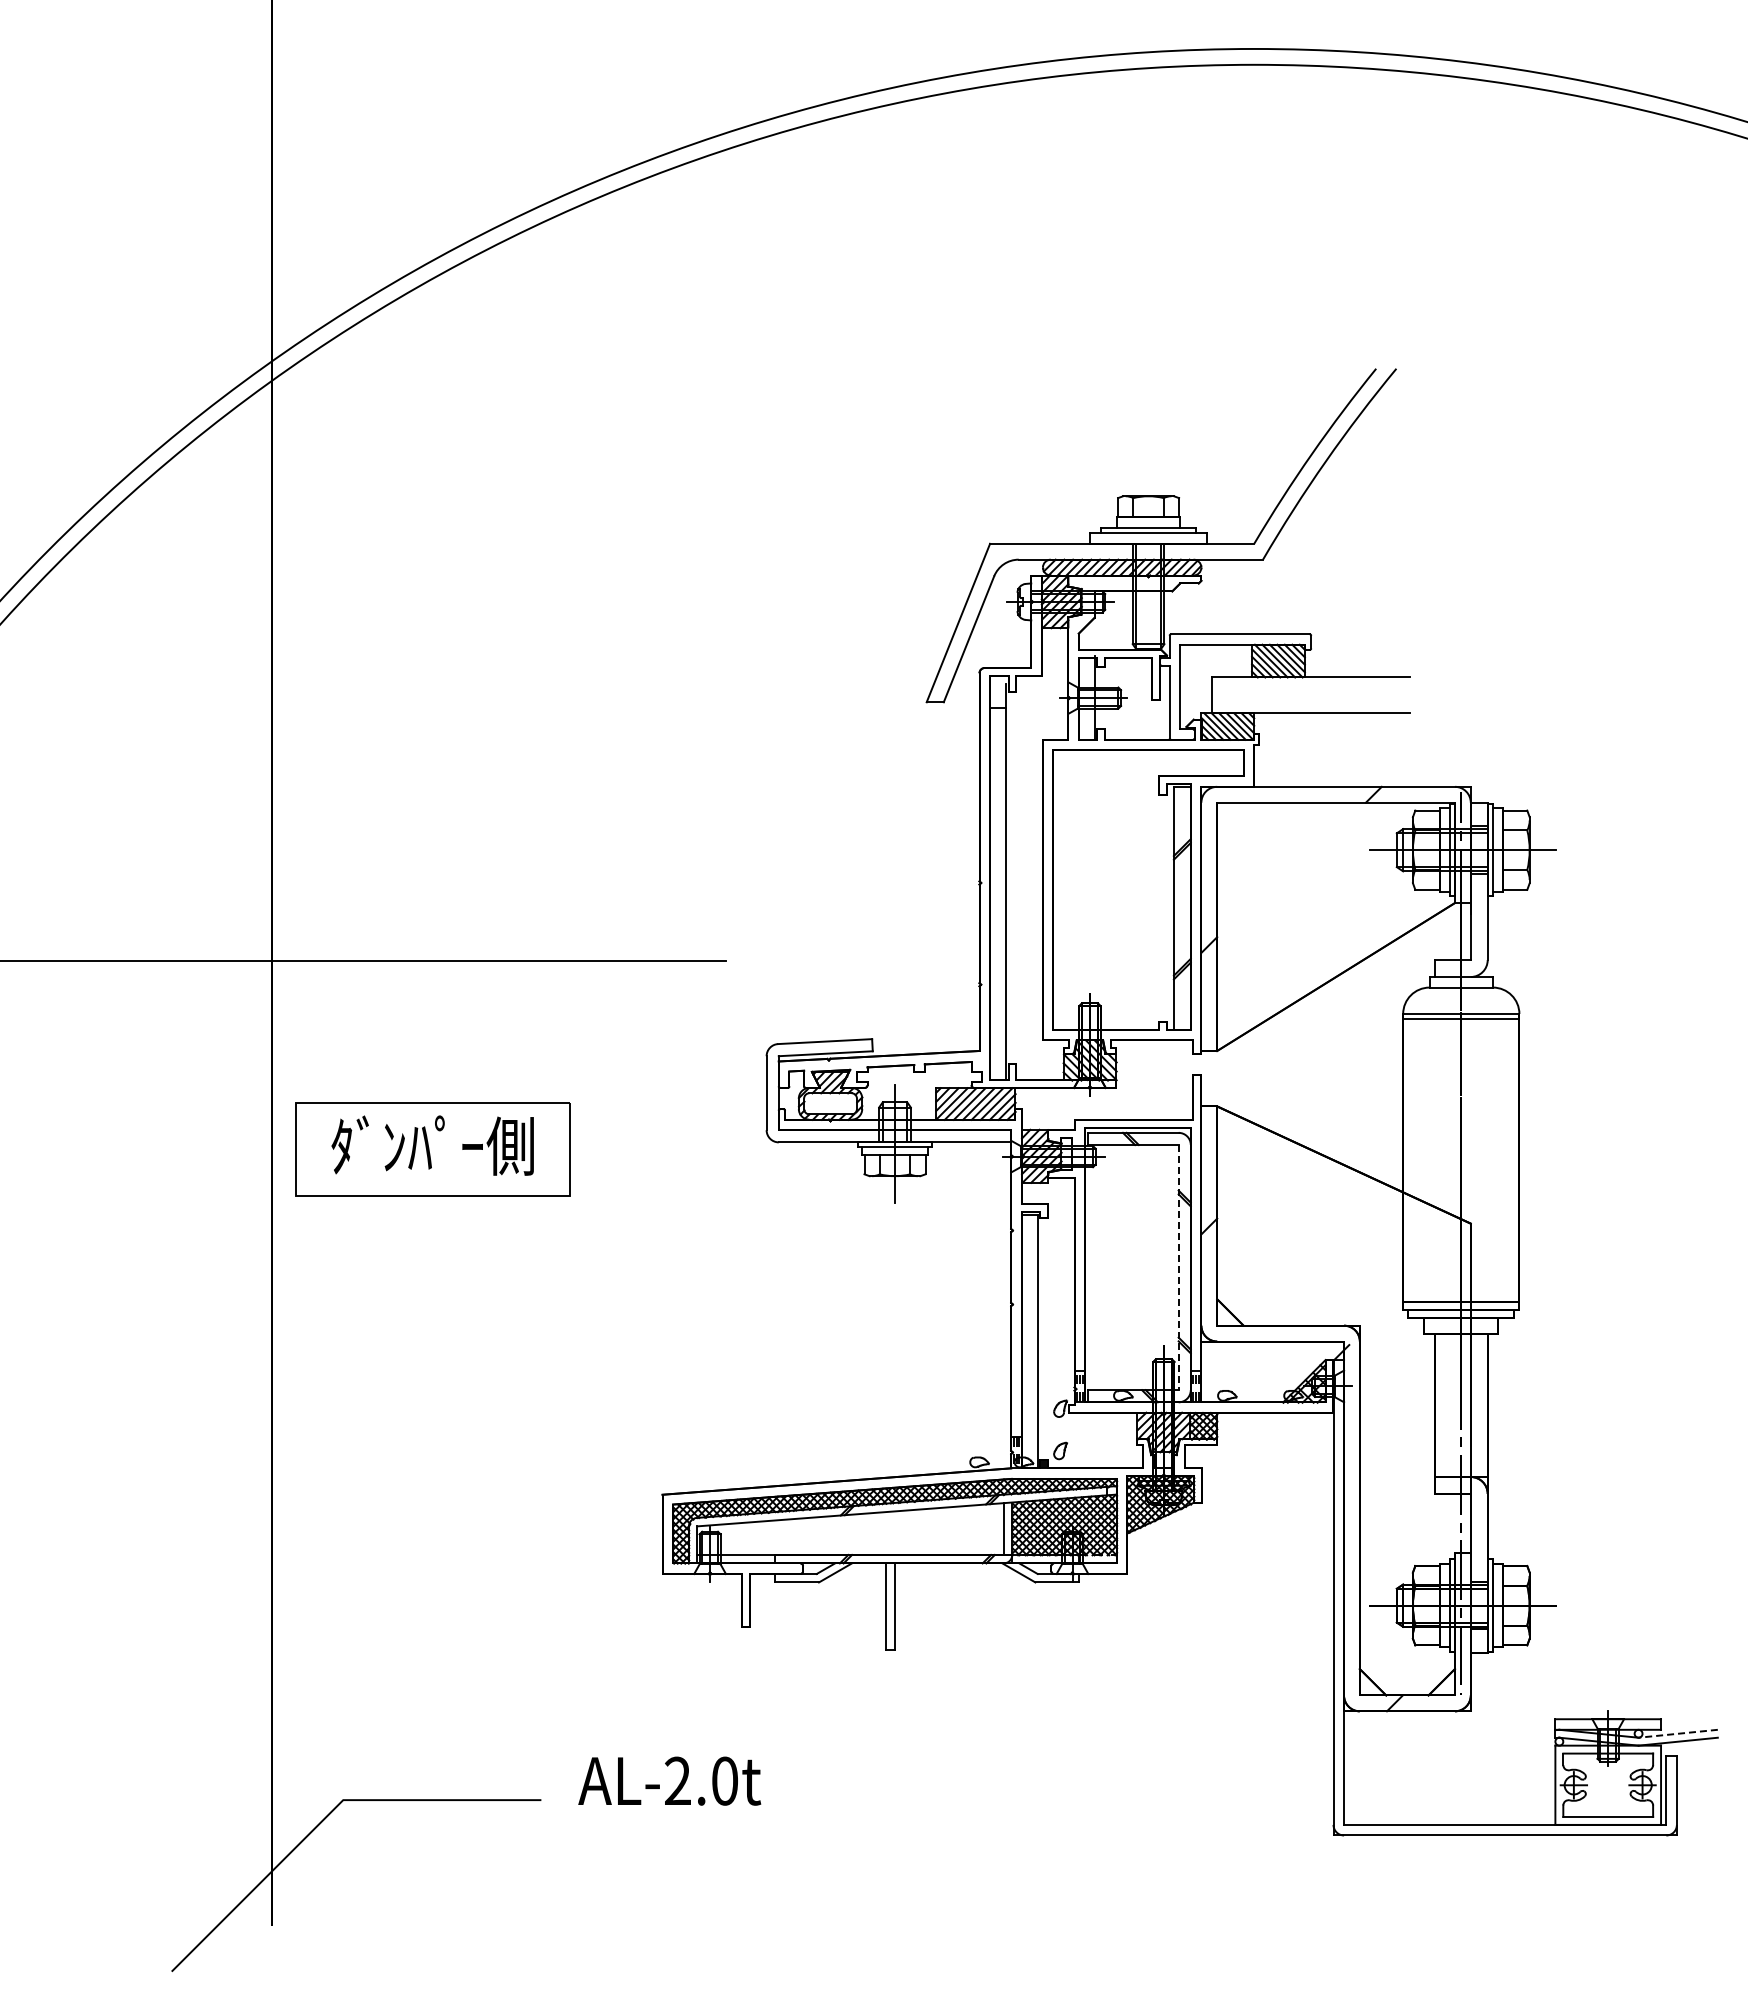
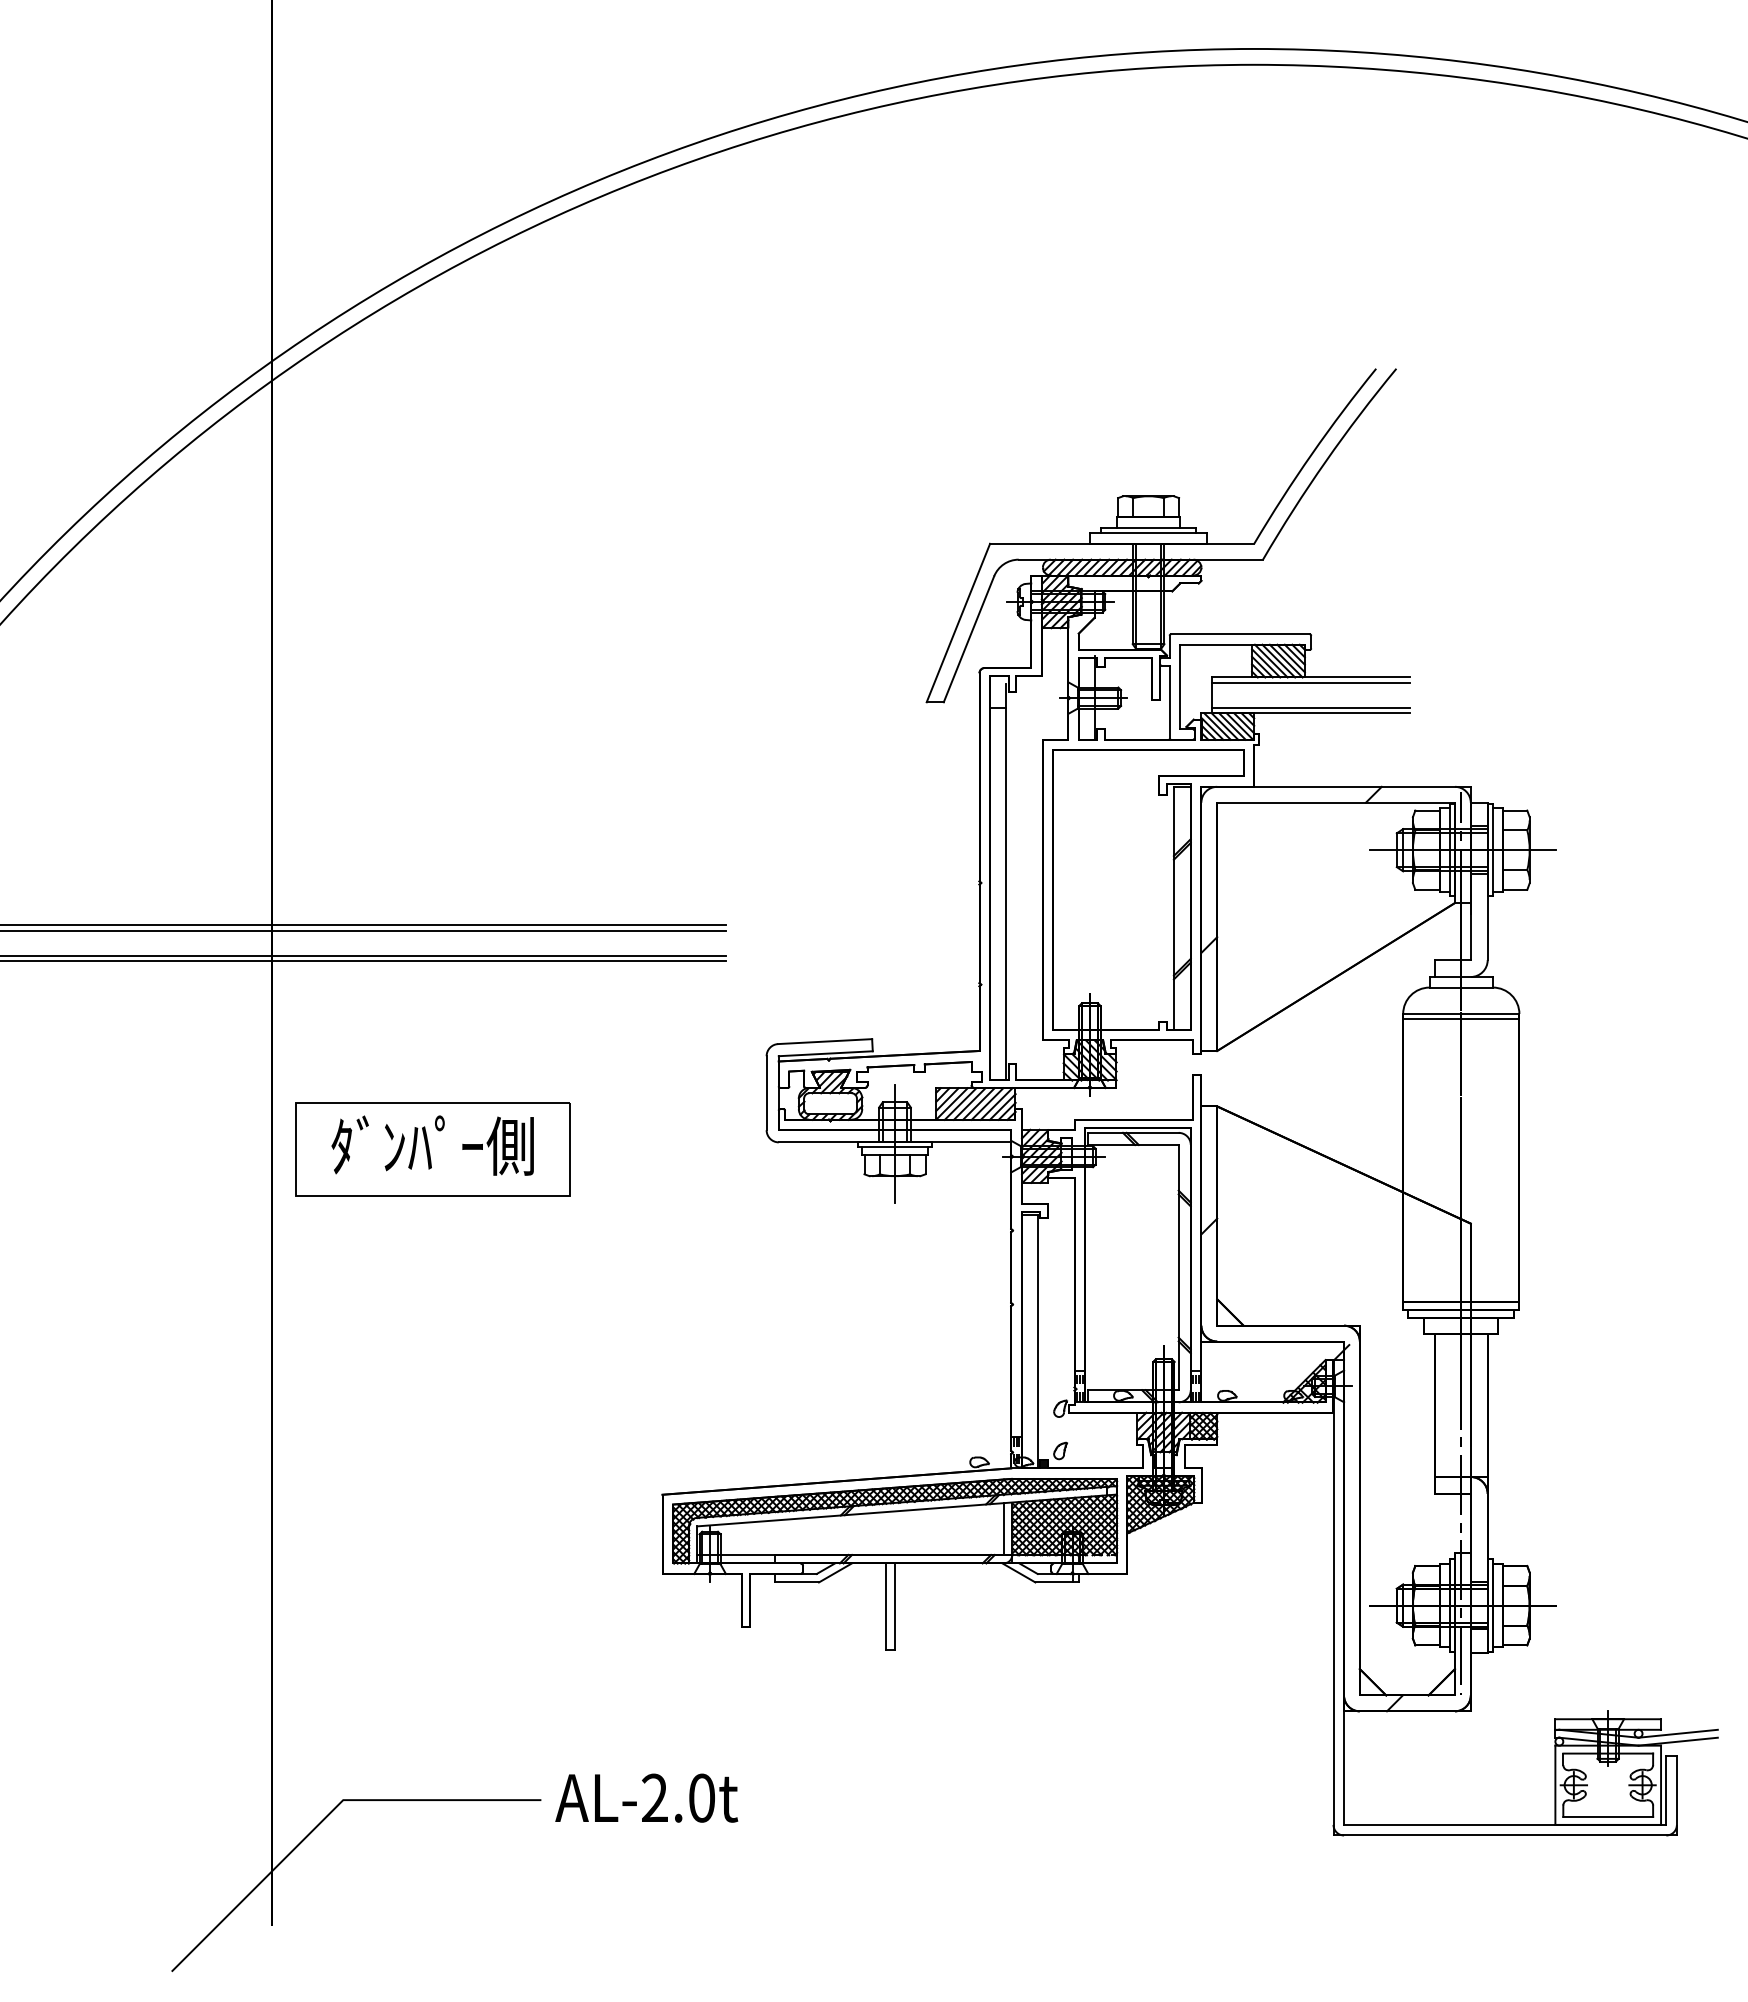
line at (1310, 682): none -> present
line at (1310, 708): none -> present
line at (363, 925): none -> present
line at (363, 930): none -> present
line at (363, 955): none -> present
line at (1178, 1267): dashed -> solid
line at (1678, 1733): dashed -> solid
text at (669, 1780) position: (669, 1780) -> (646, 1797)
